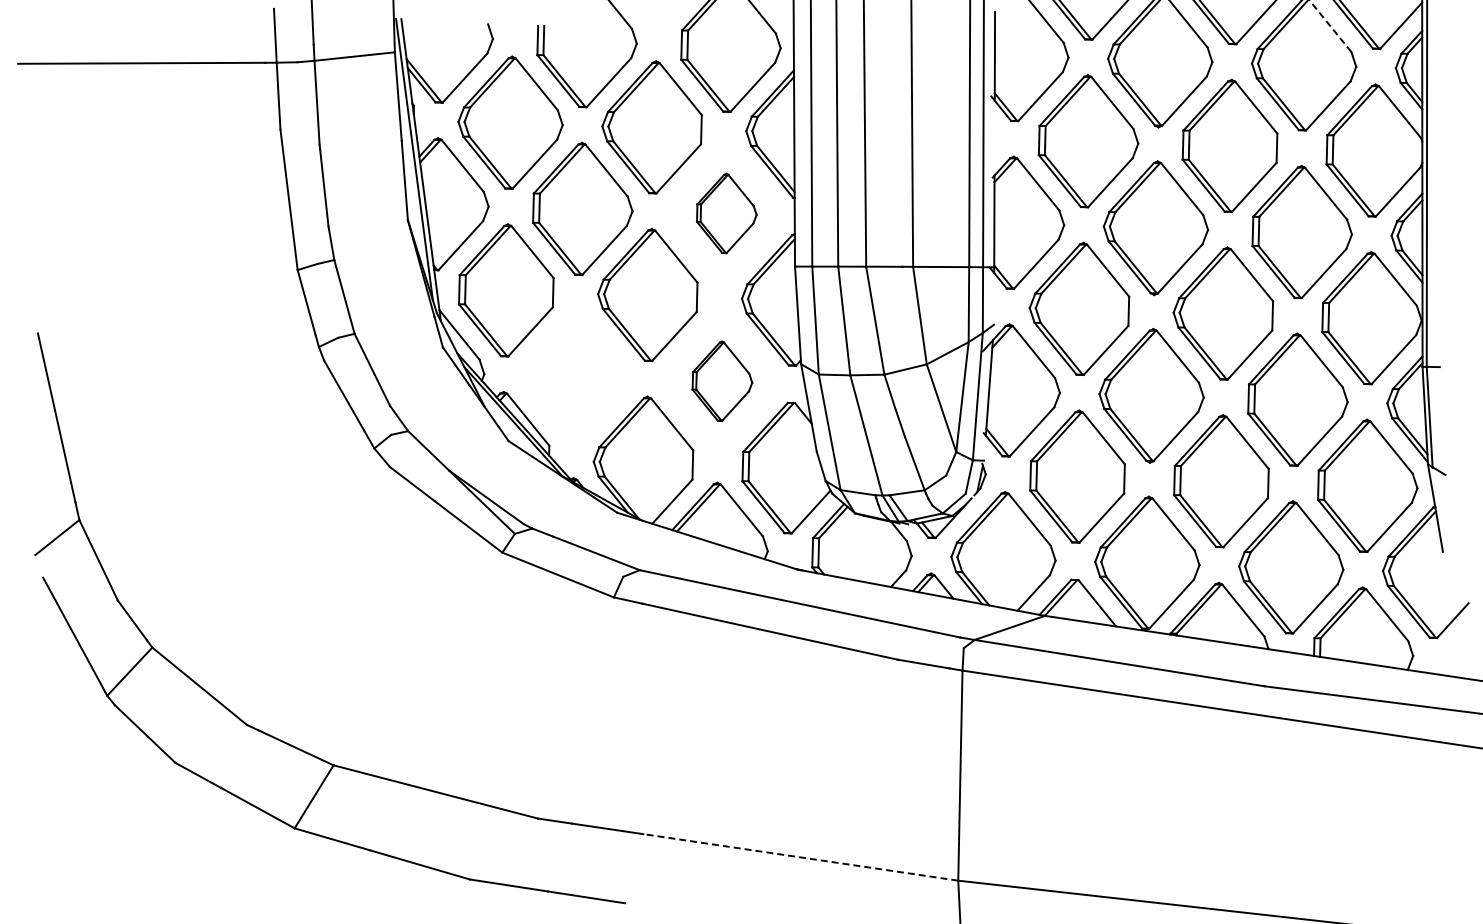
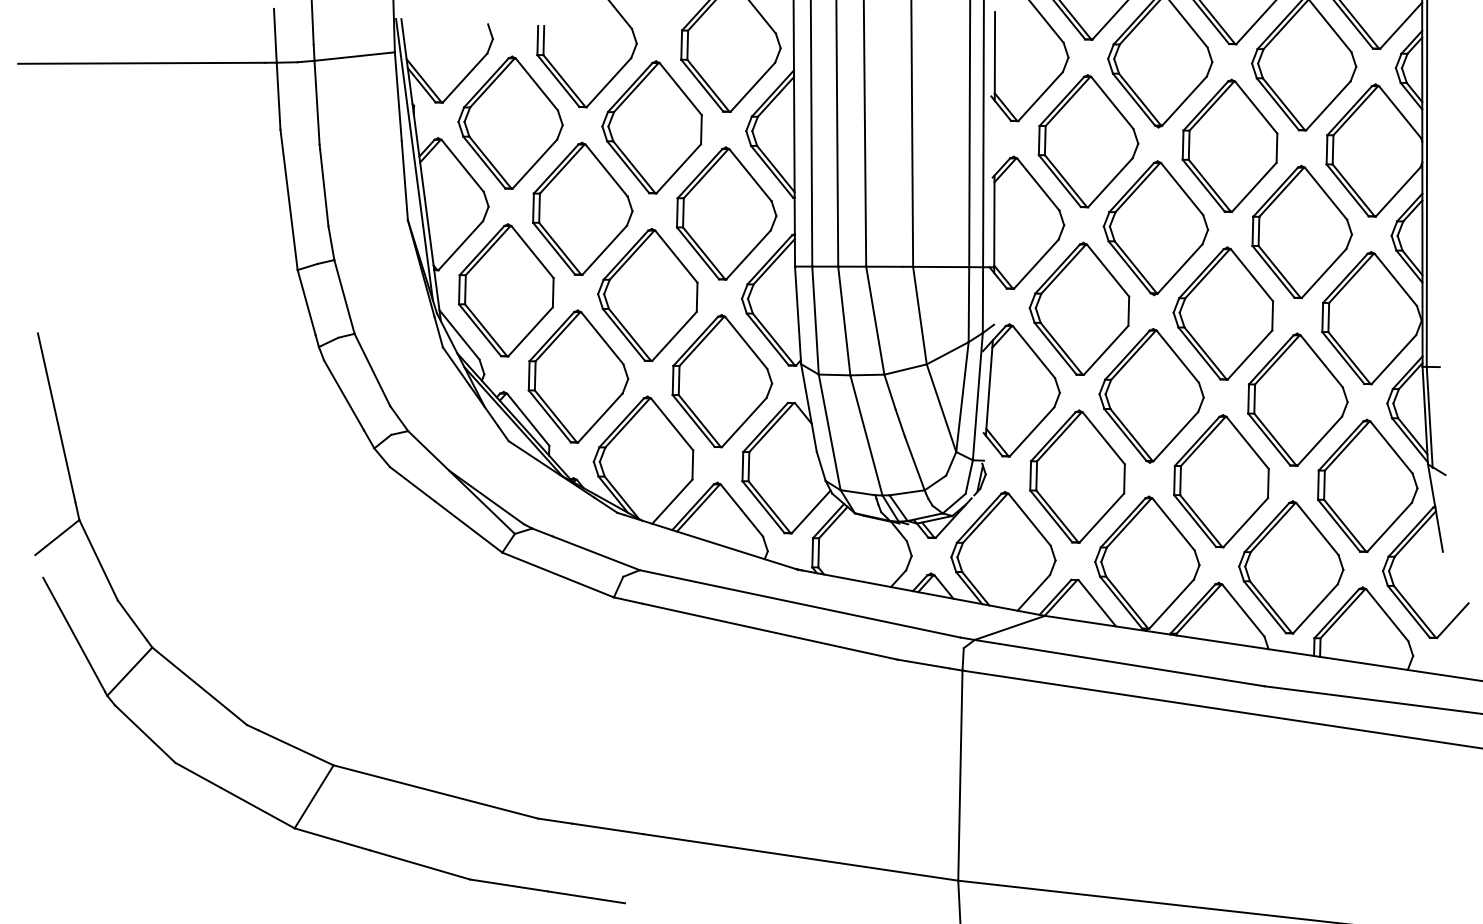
line at (1330, 25): dashed -> solid
part at (726, 213) size: 62x83 px -> 102x135 px
part at (578, 376): none -> present
part at (722, 380) size: 63x82 px -> 103x135 px
line at (800, 857): dashed -> solid
